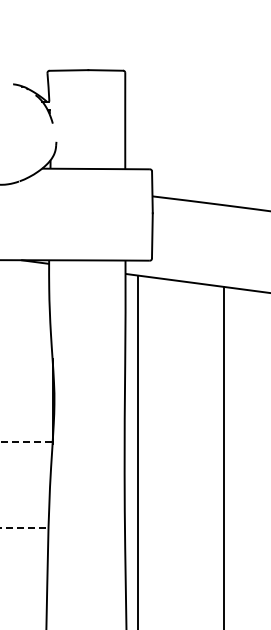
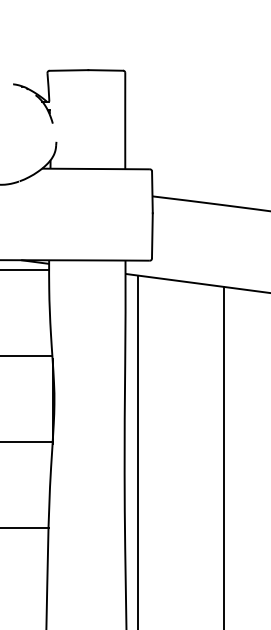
line at (25, 270): none -> present
line at (27, 356): none -> present
line at (26, 442): dashed -> solid
line at (24, 528): dashed -> solid
